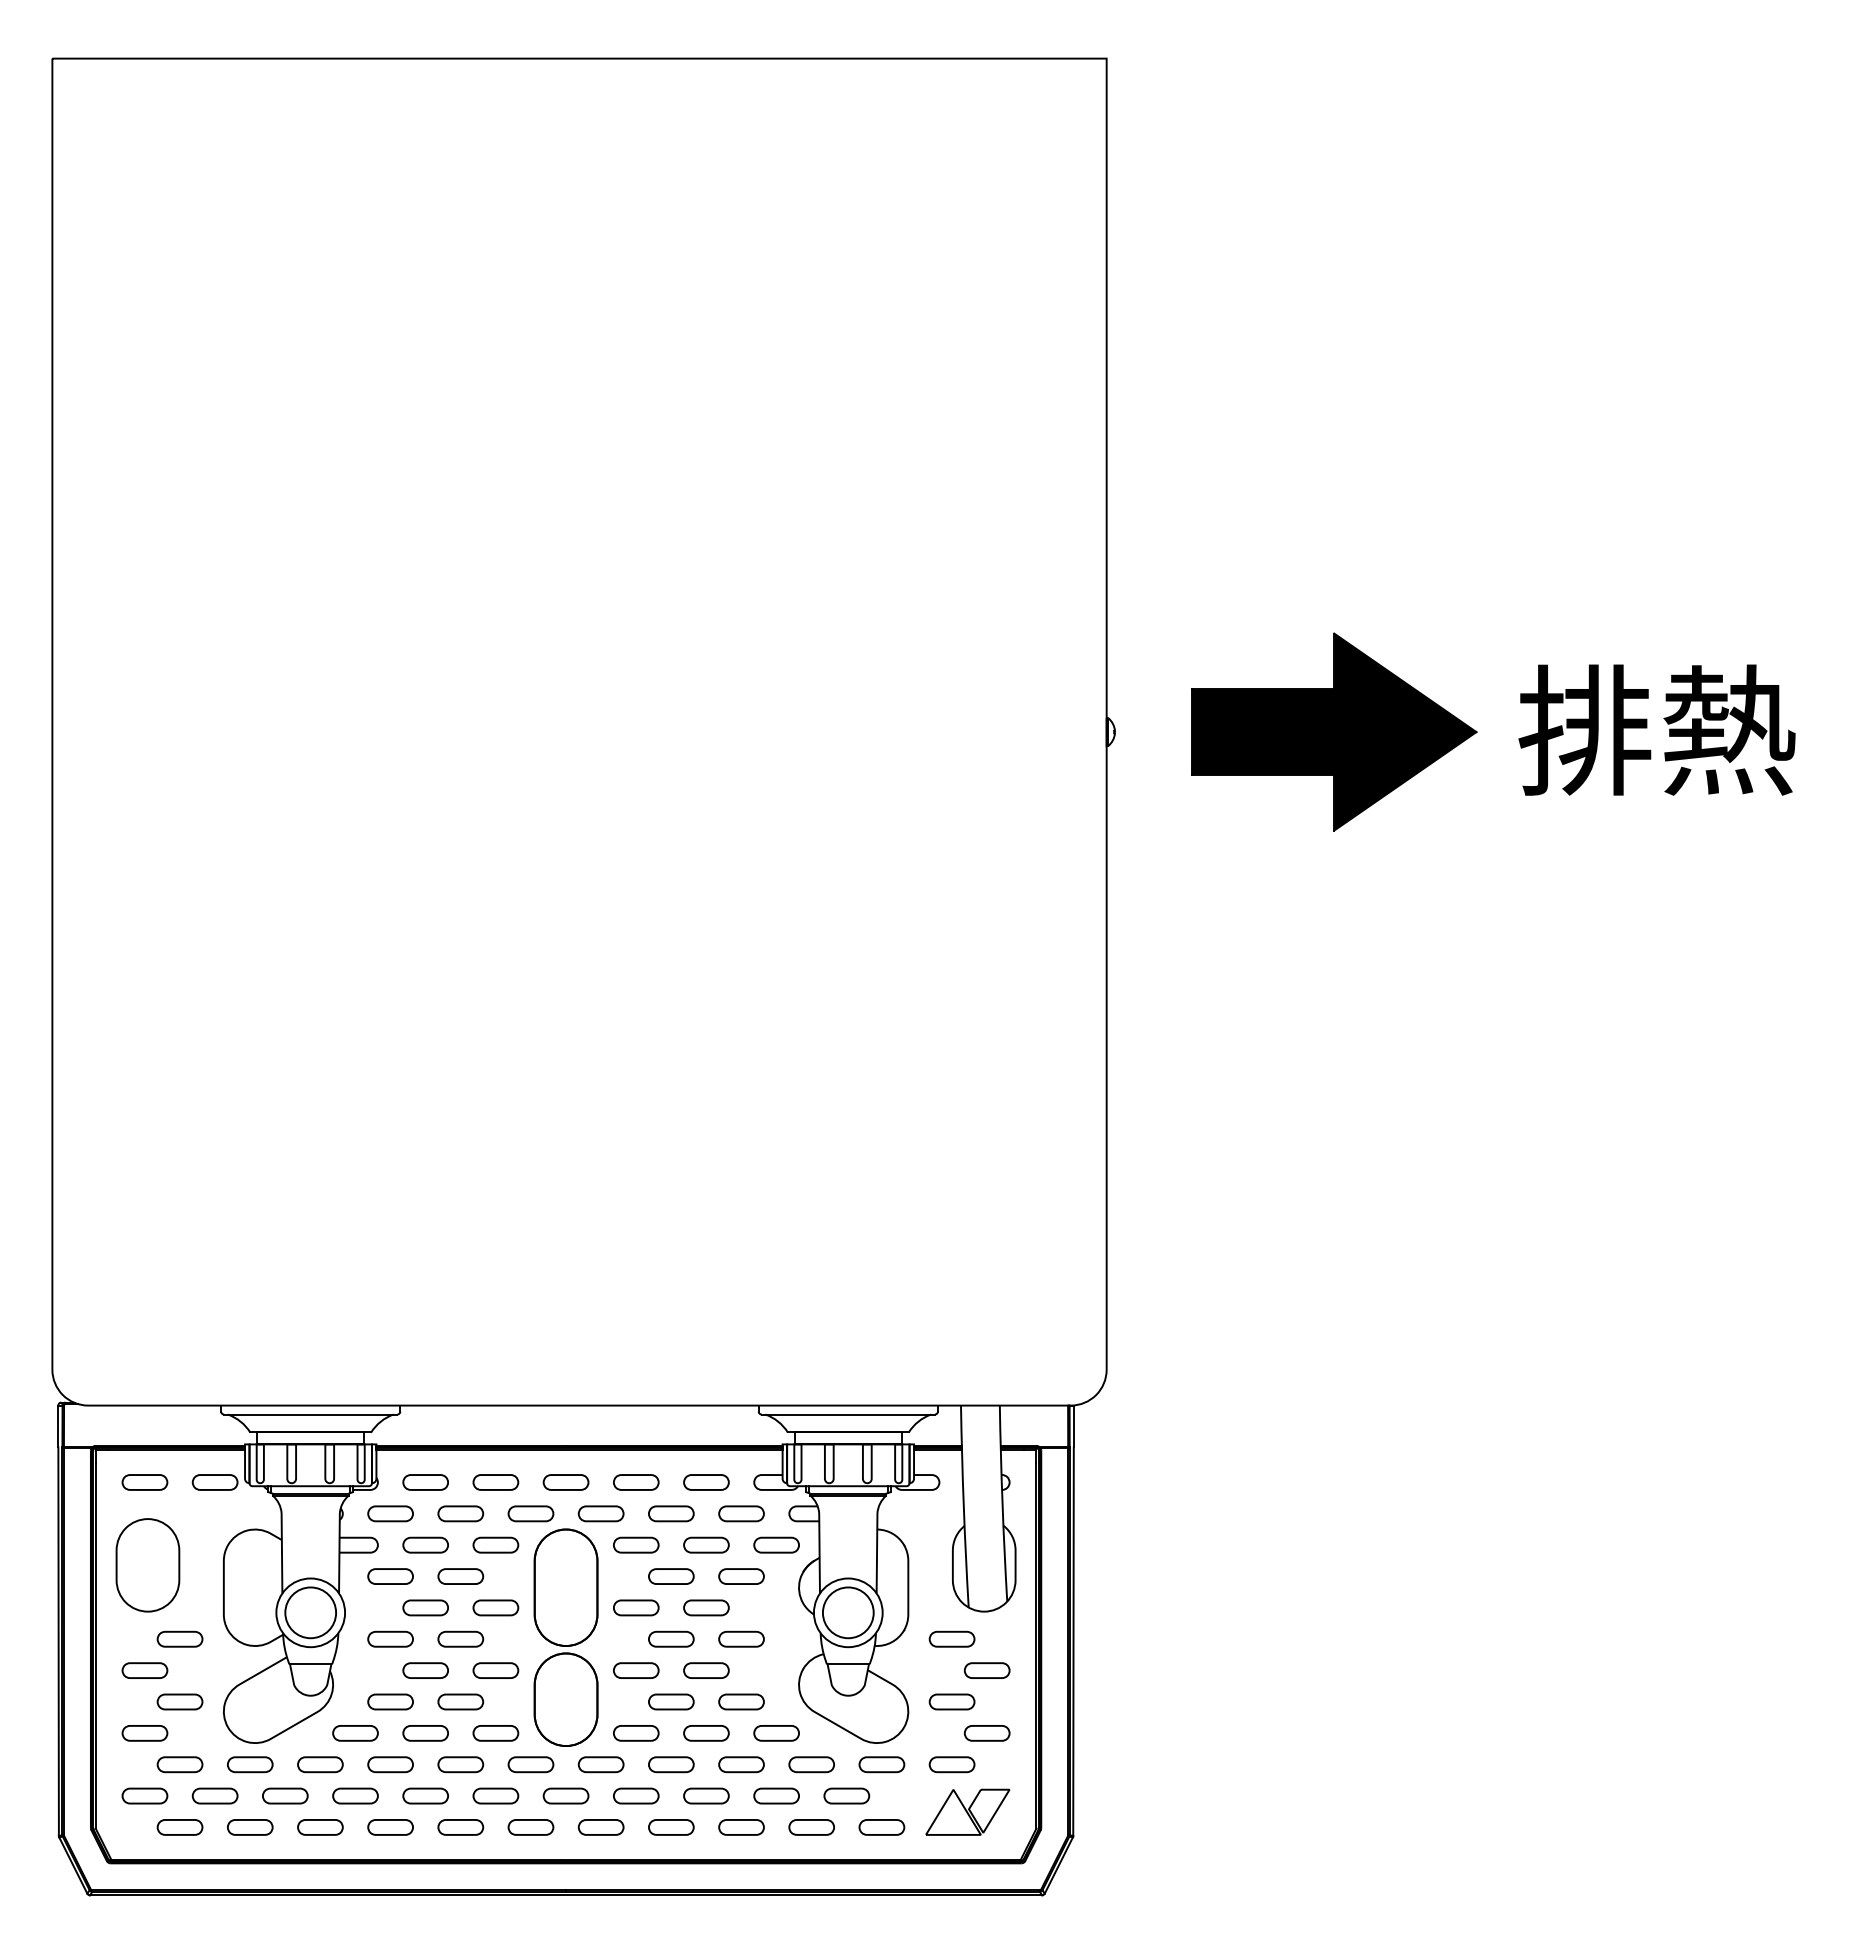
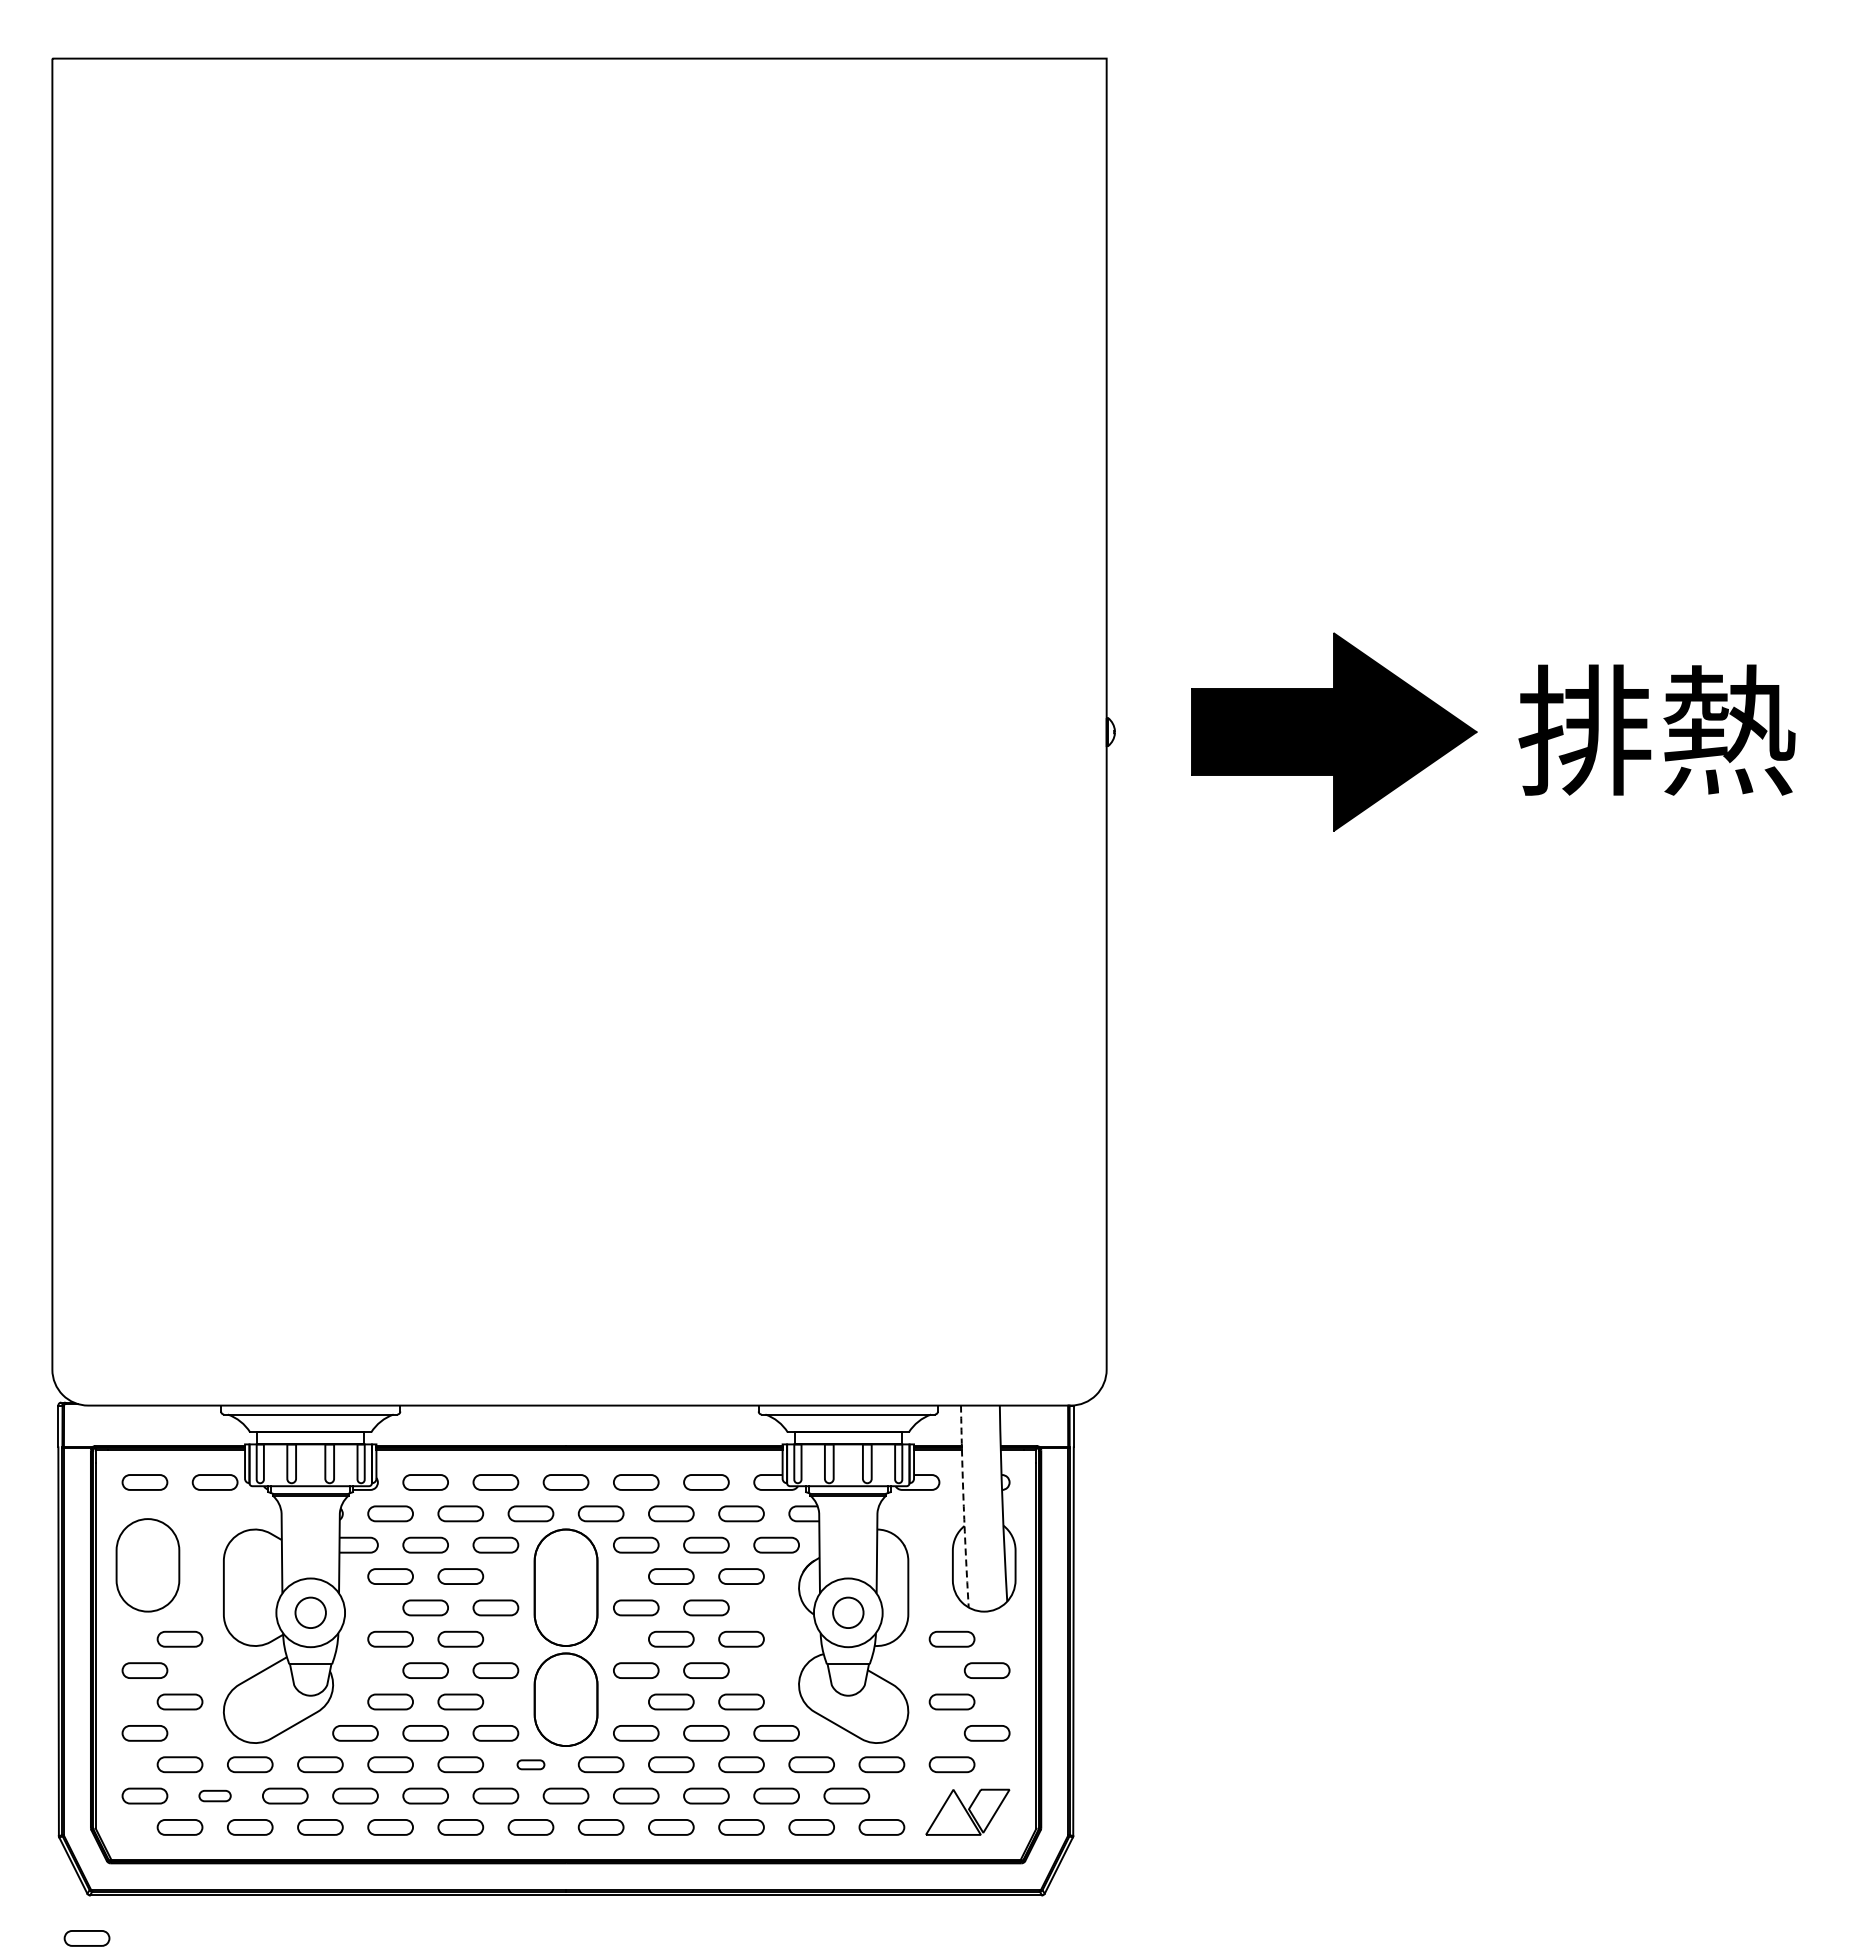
arc at (963, 1506): solid -> dashed
circle at (310, 1612) diameter: 51 px -> 30 px
circle at (847, 1612) diameter: 51 px -> 30 px
part at (530, 1764) size: 48x18 px -> 30x12 px
part at (214, 1795) size: 48x18 px -> 34x14 px
part at (86, 1938): none -> present
